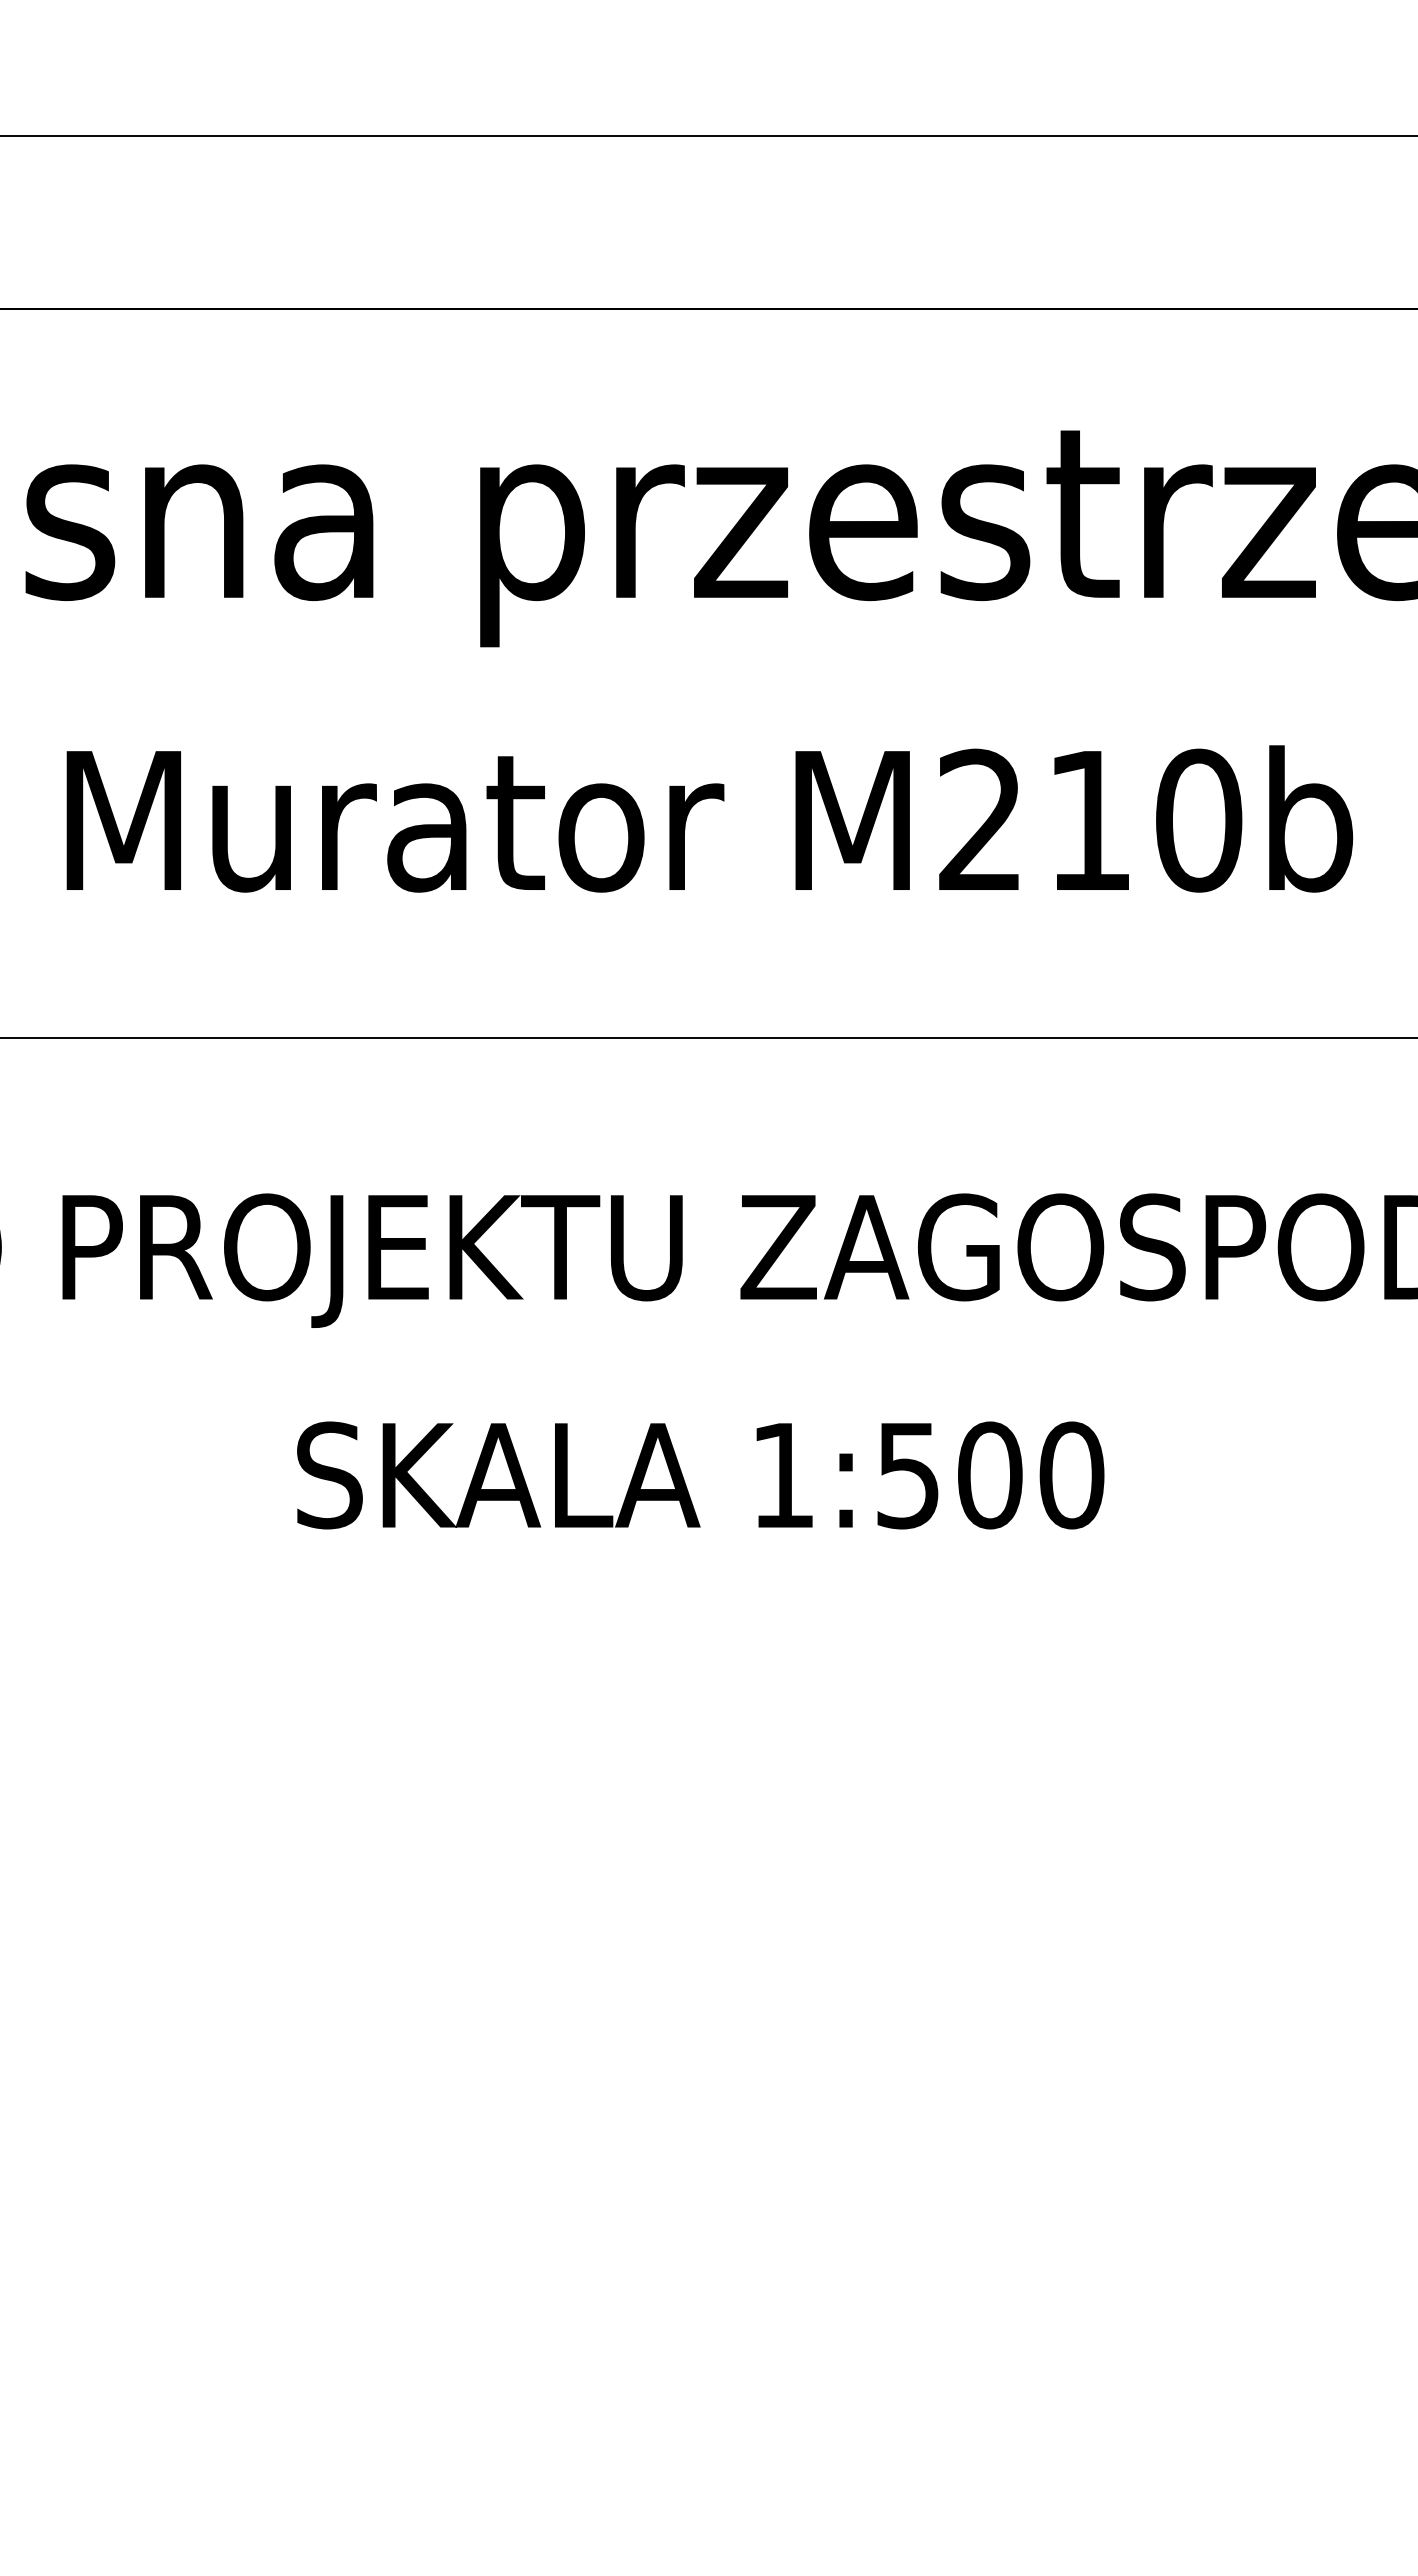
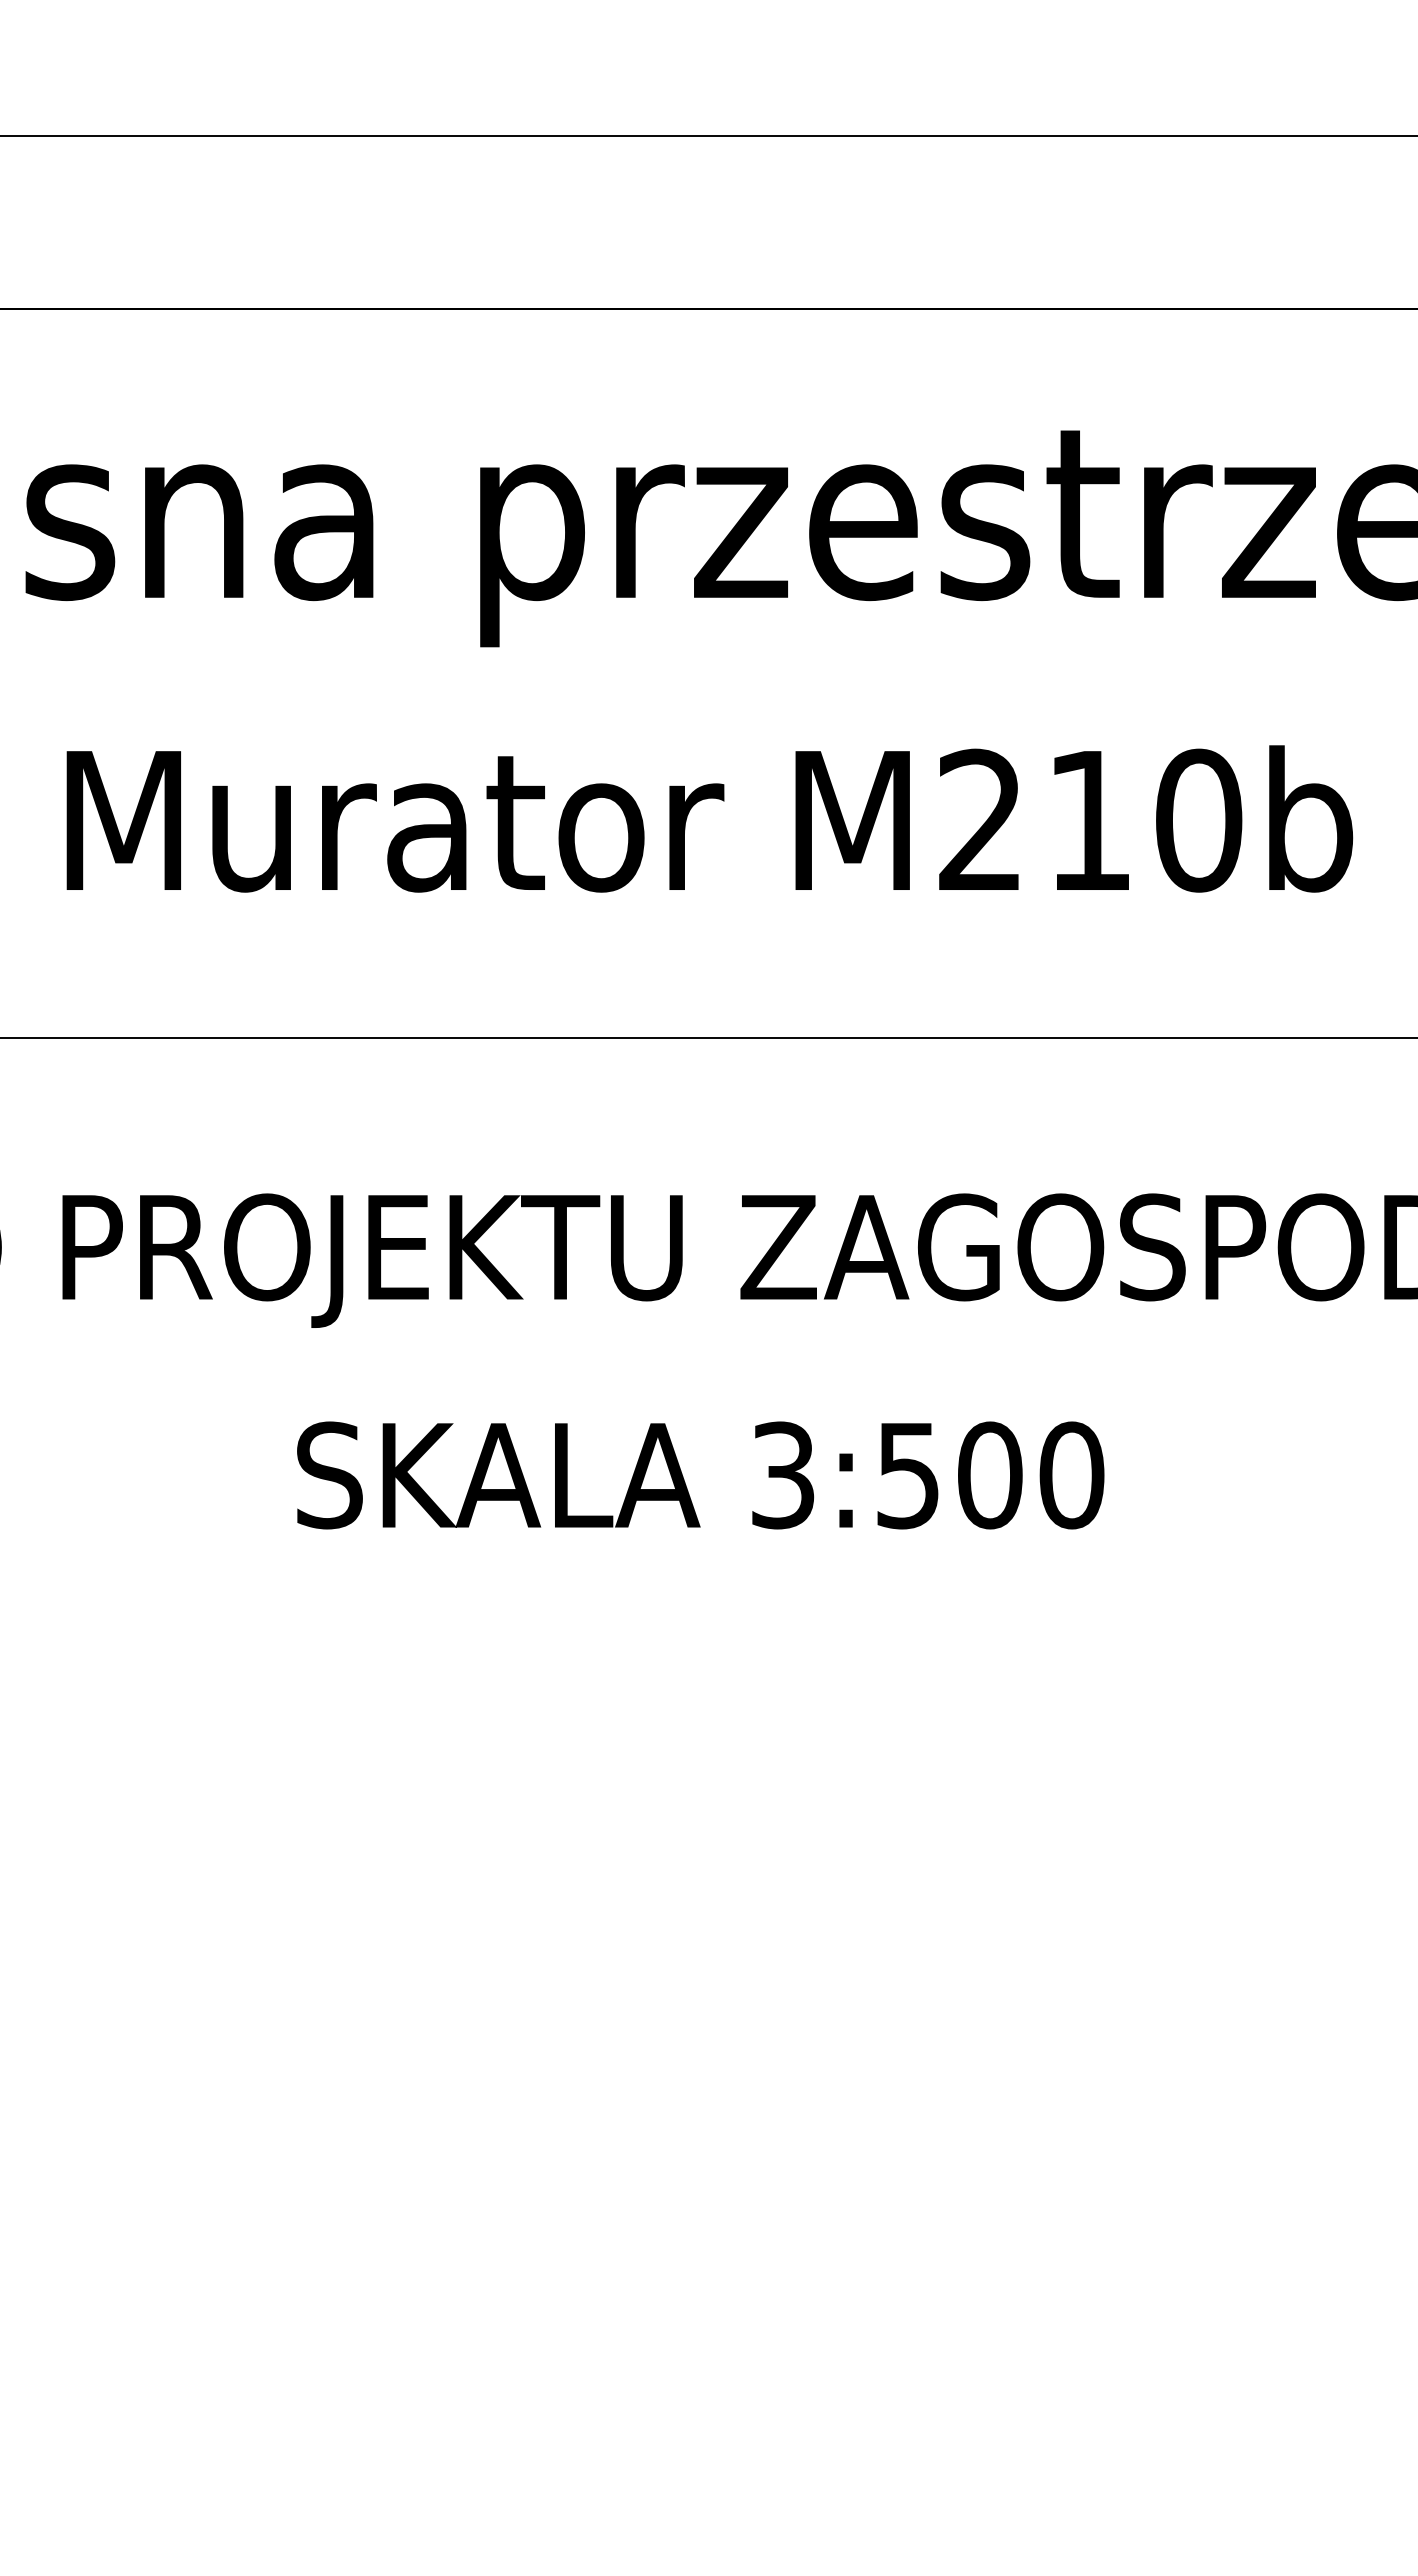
text at (783, 1475): 1:500 -> 3:500
